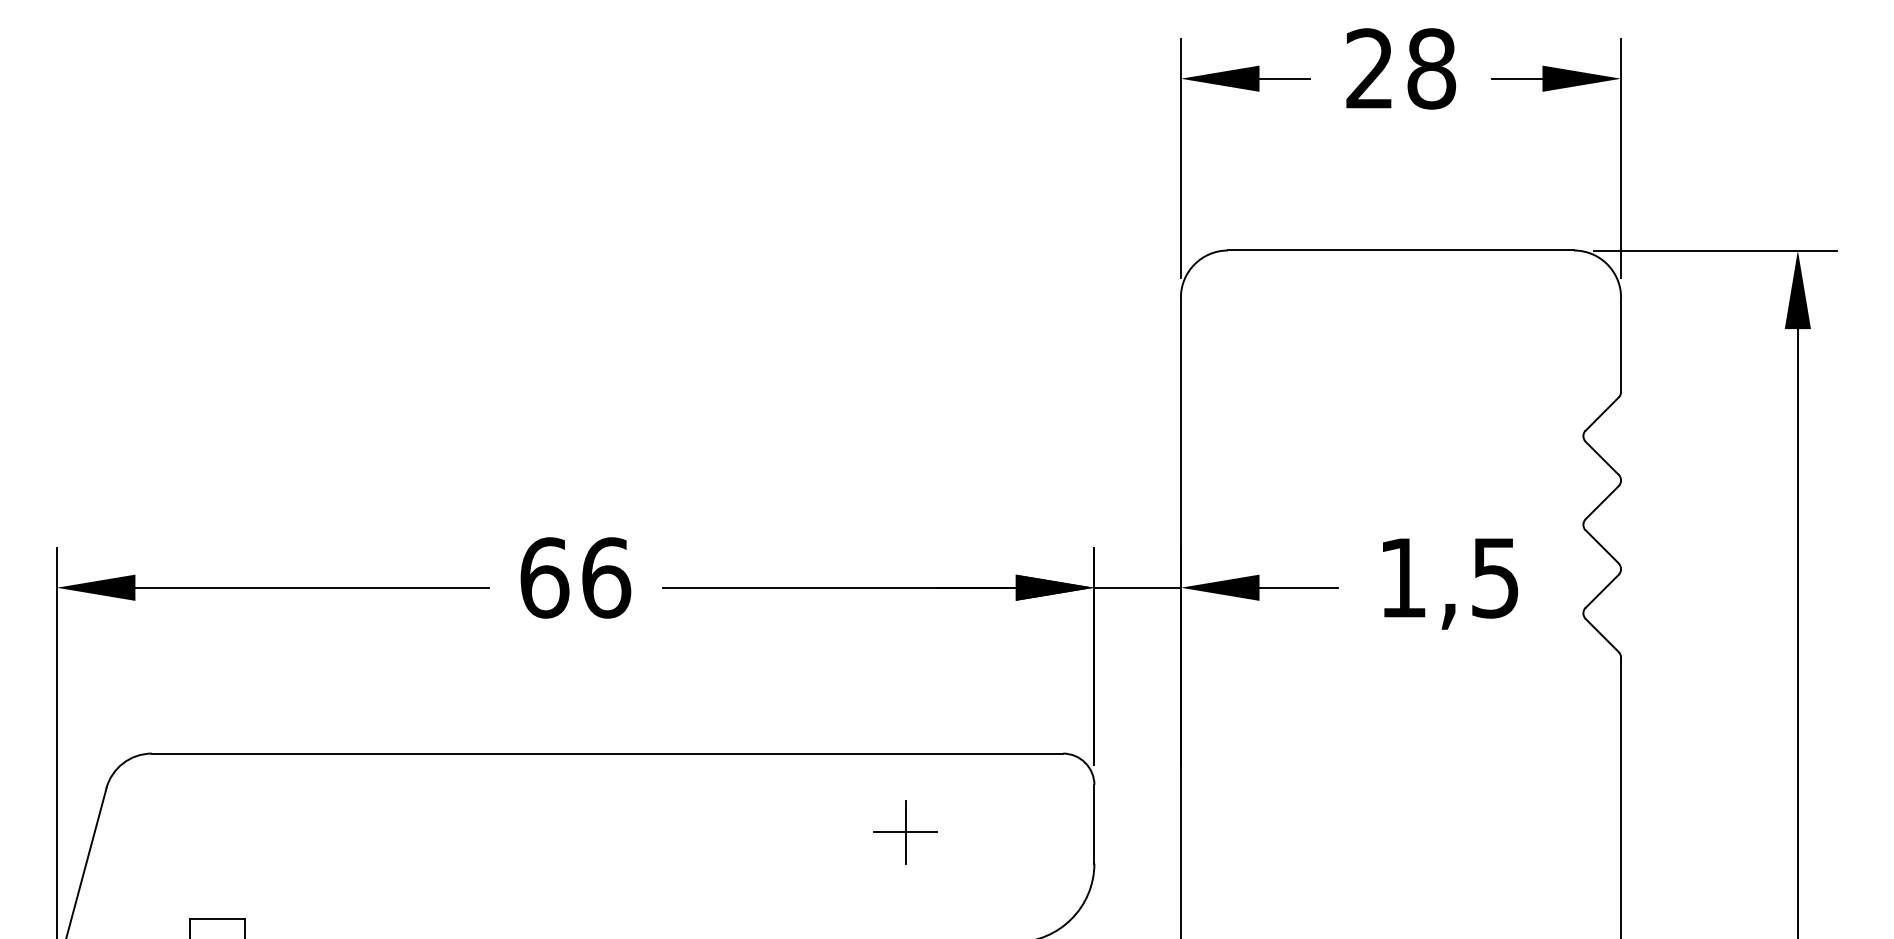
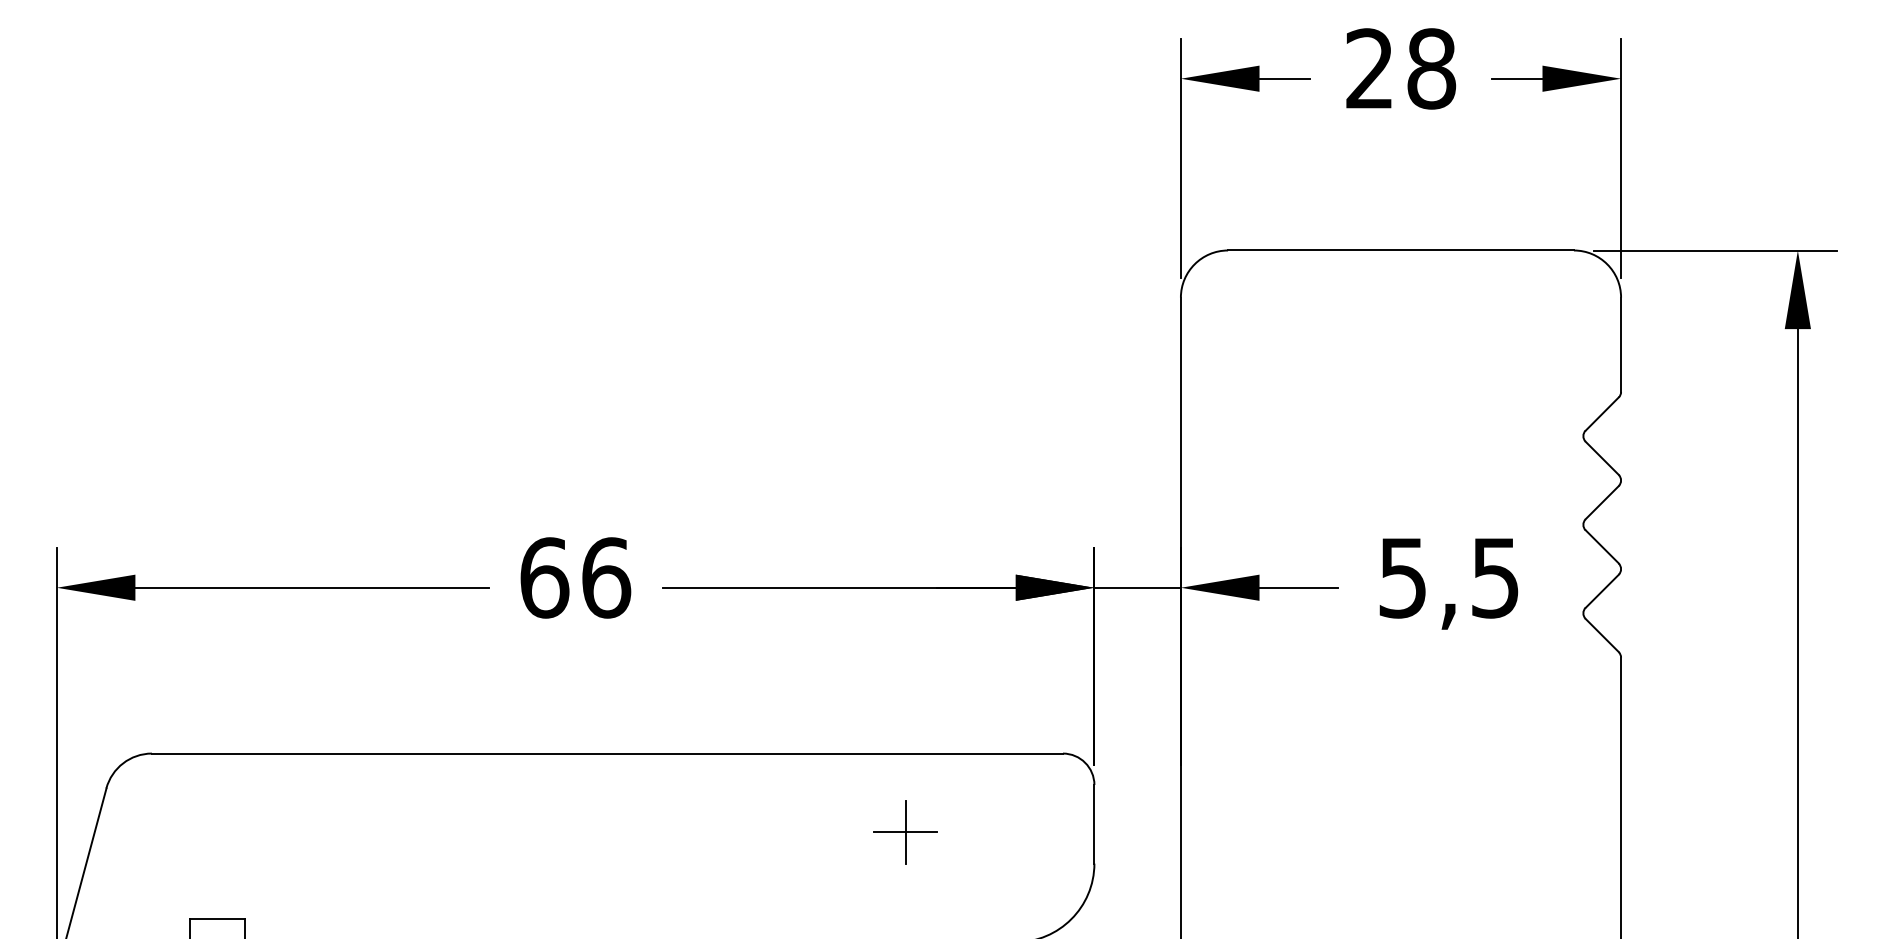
text at (1402, 578): 1,5 -> 5,5
